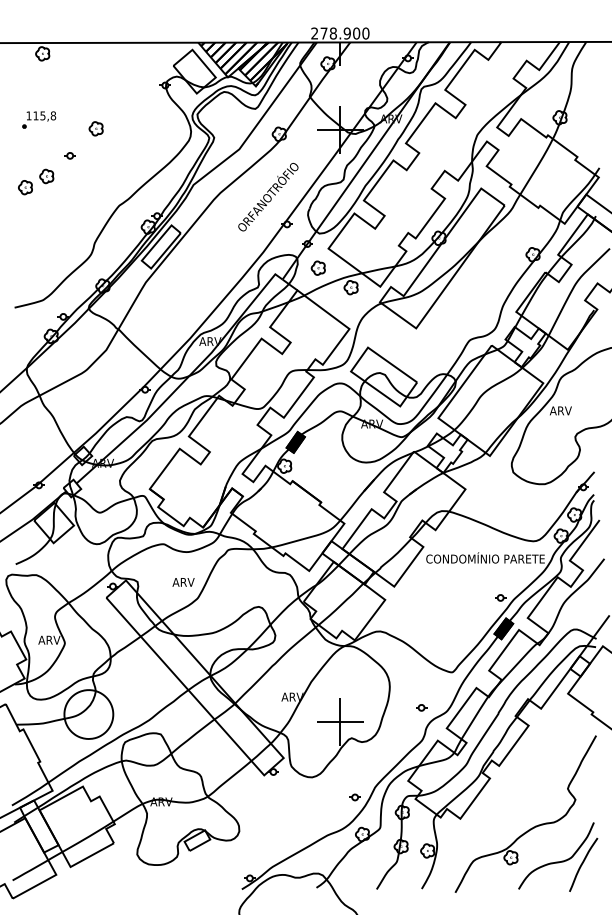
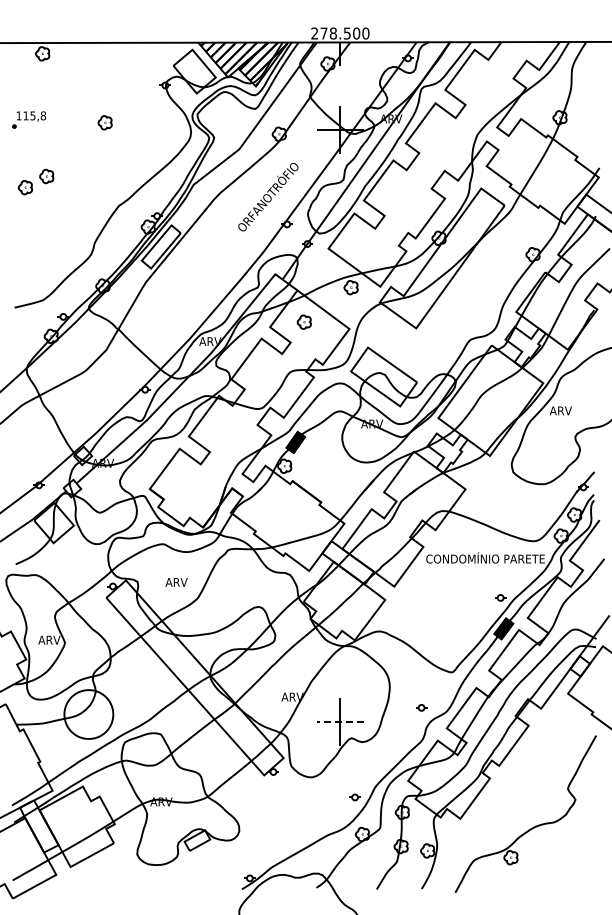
text at (346, 33): 278.900 -> 278.500
part at (39, 119) position: (39, 119) -> (29, 119)
part at (95, 128) position: (95, 128) -> (104, 122)
part at (69, 155): present -> none
part at (317, 267) position: (317, 267) -> (303, 321)
text at (183, 582) position: (183, 582) -> (176, 582)
line at (340, 722): solid -> dashed
part at (558, 856): present -> none
